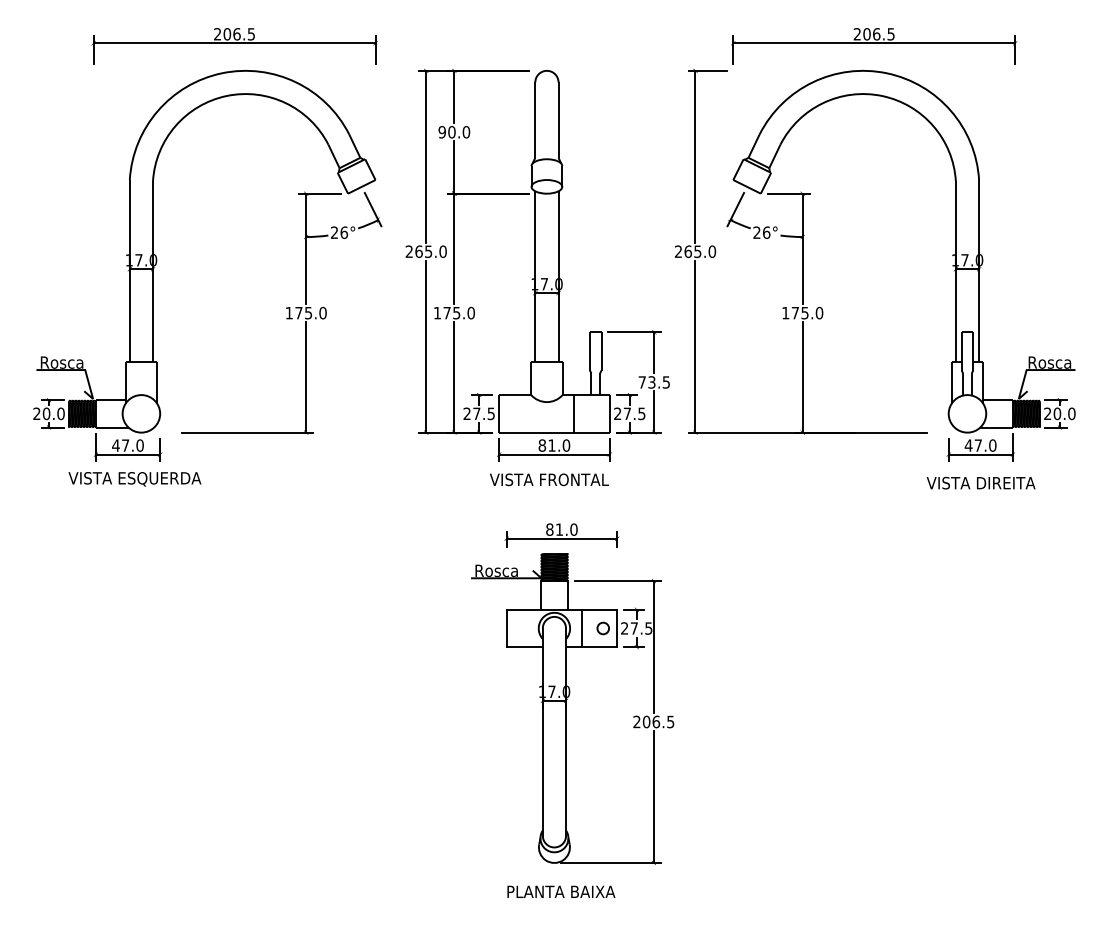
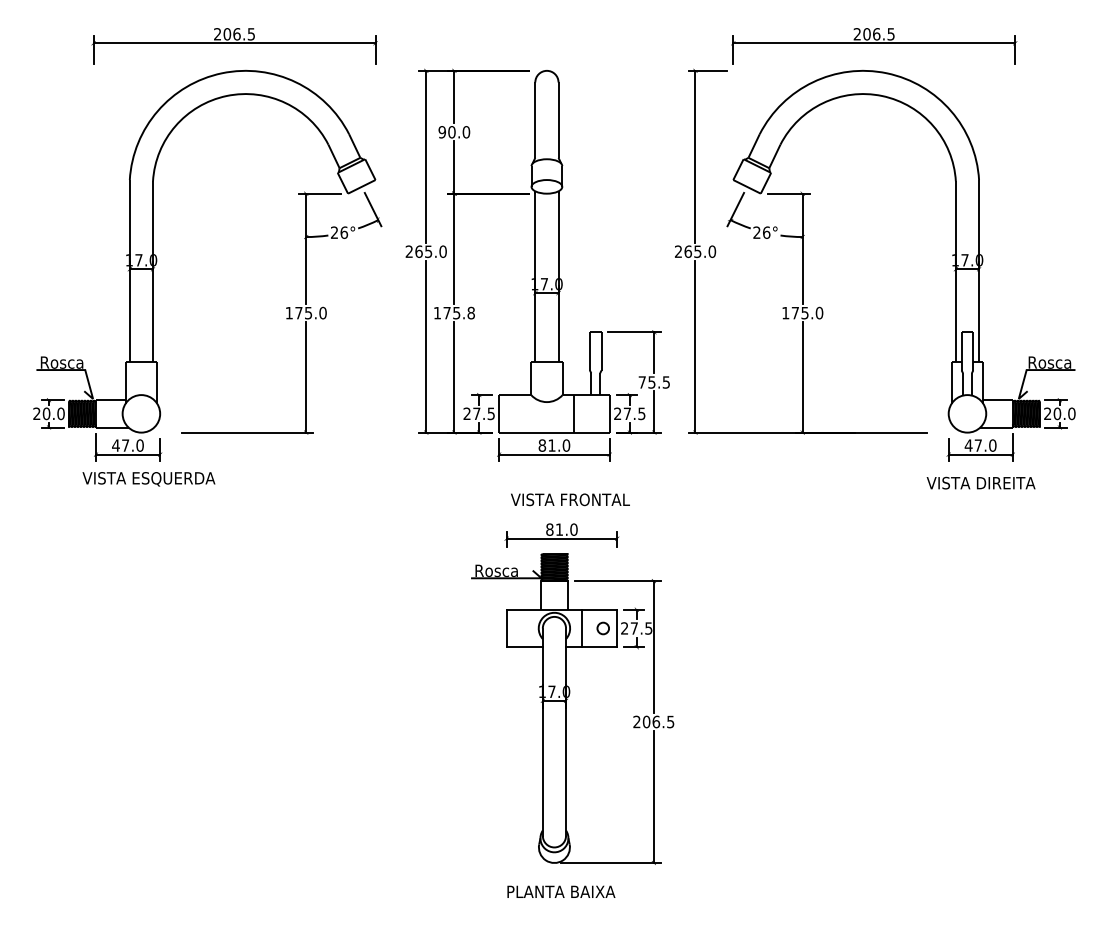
text at (470, 313): 175.0 -> 175.8
text at (651, 381): 73.5 -> 75.5
text at (134, 479) position: (134, 479) -> (148, 479)
text at (549, 479) position: (549, 479) -> (570, 499)
